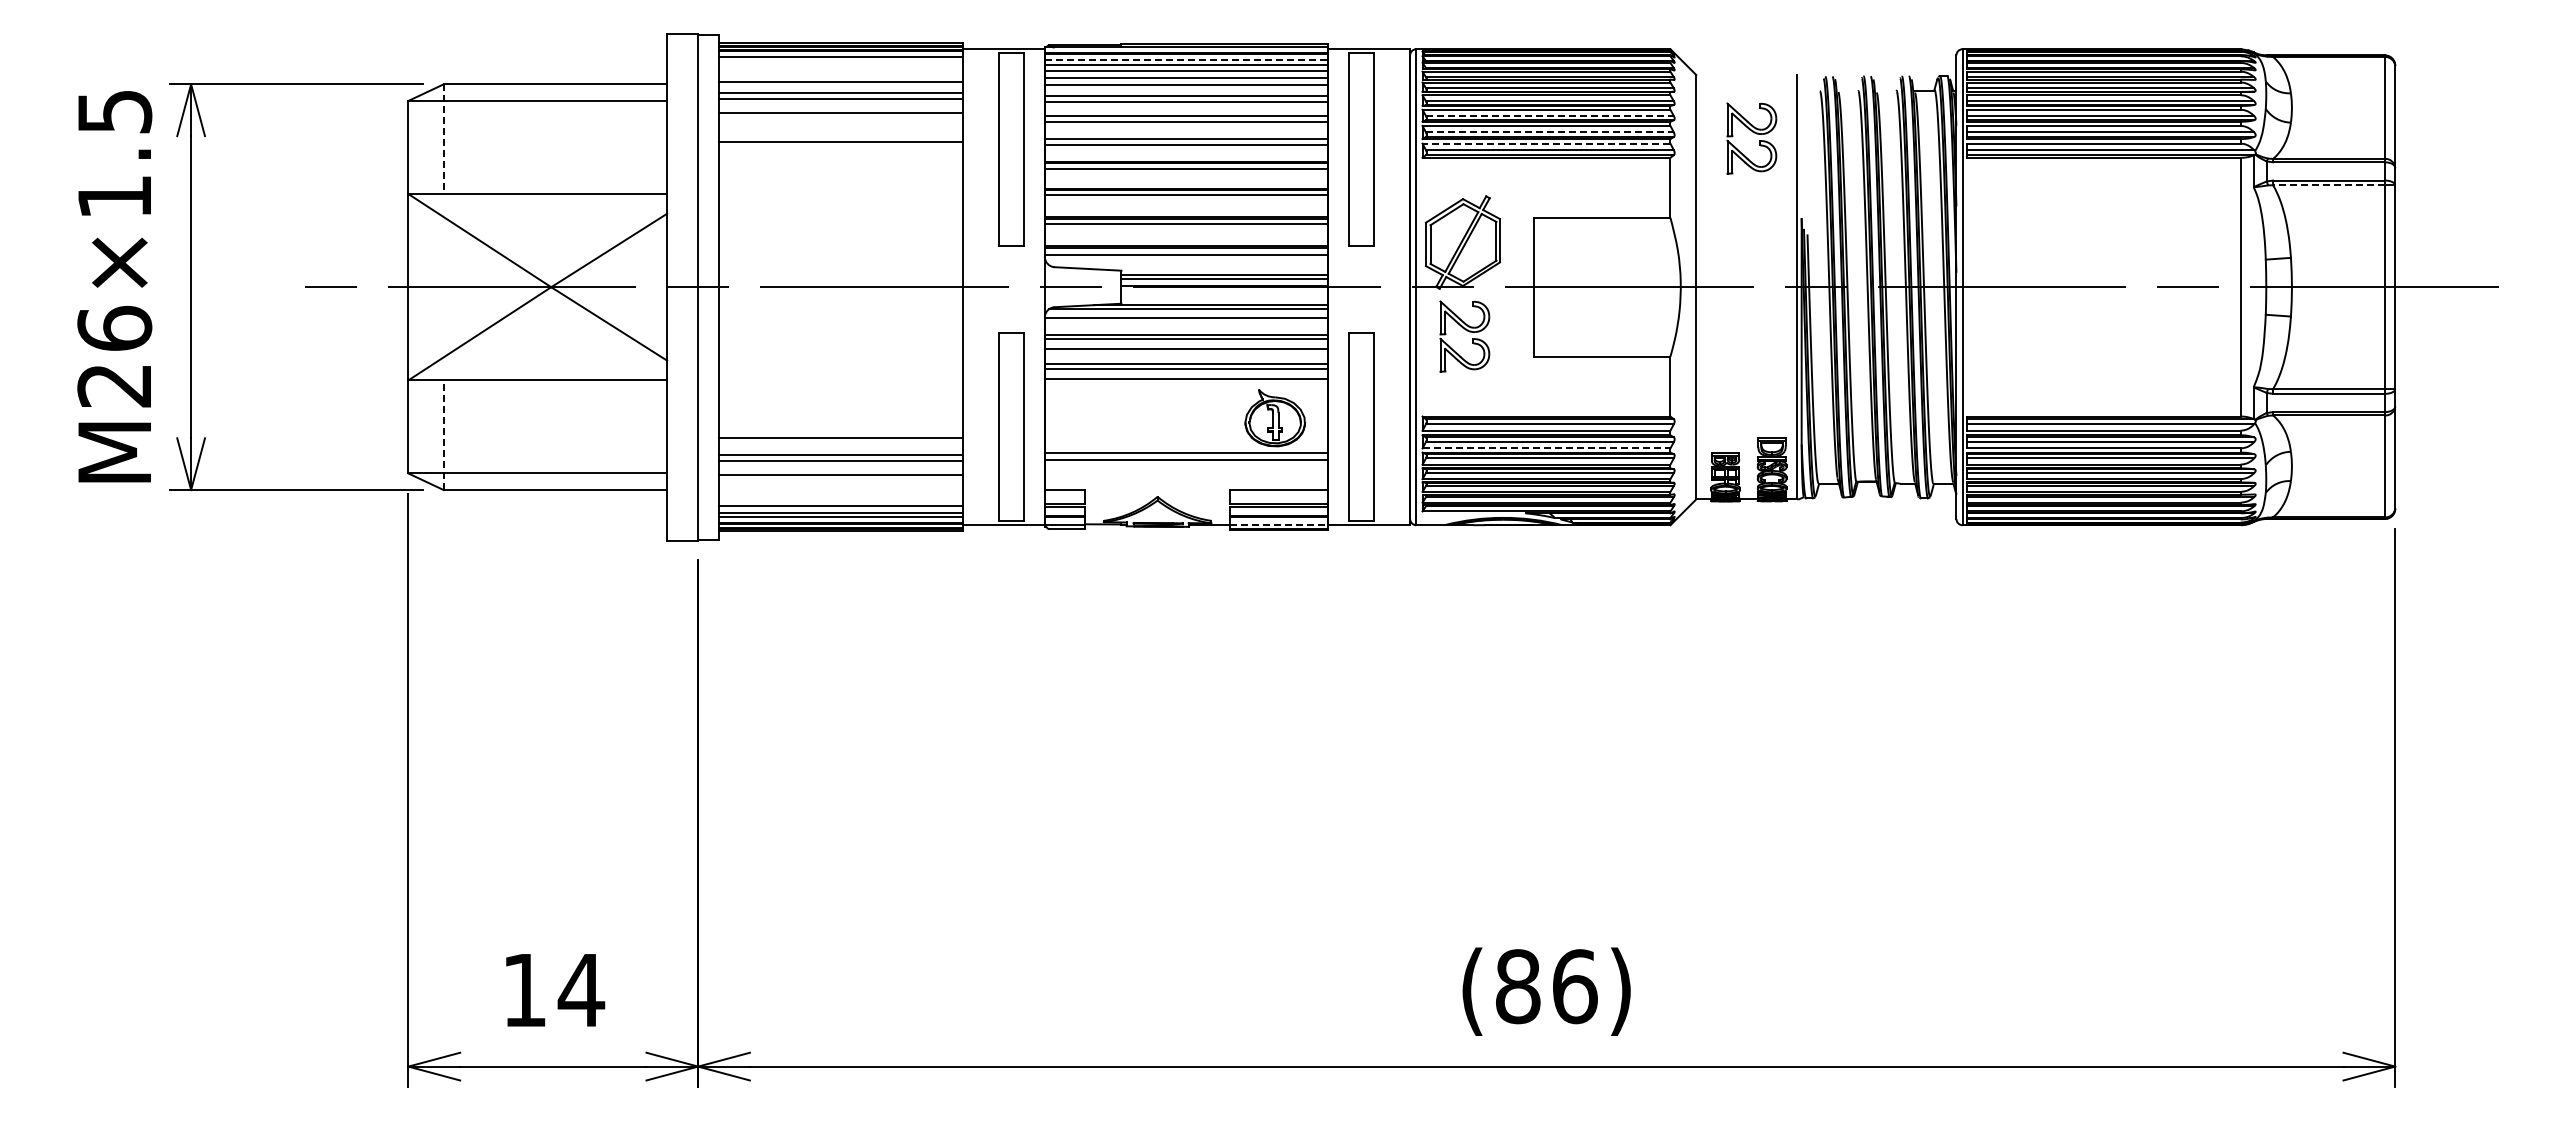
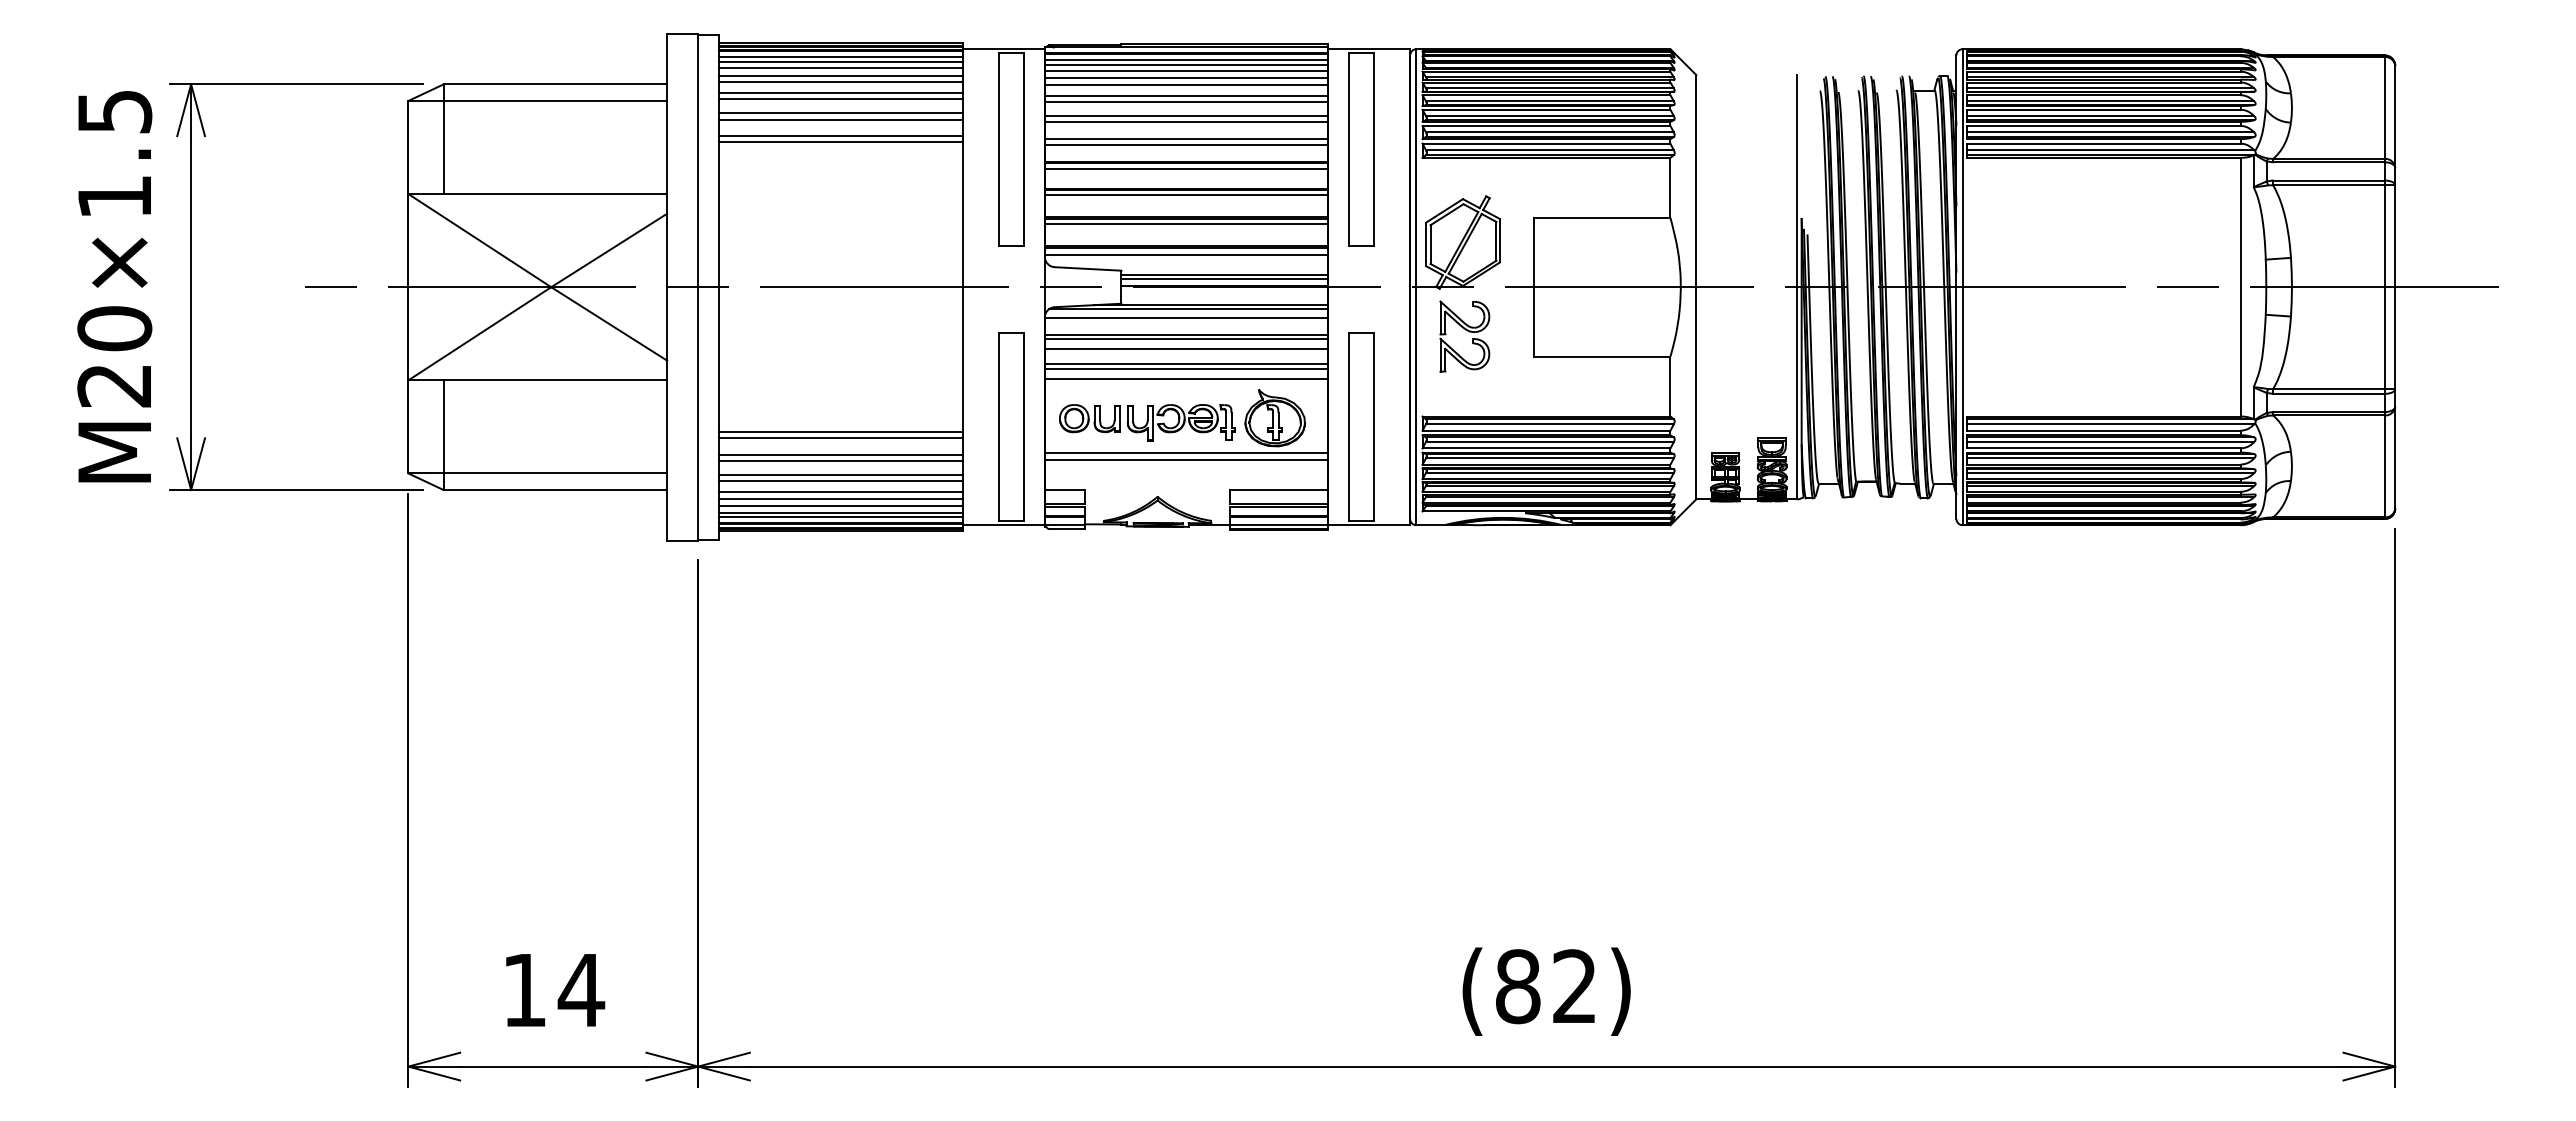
line at (1186, 60): dashed -> solid
line at (840, 61): none -> present
line at (840, 68): none -> present
line at (840, 75): none -> present
line at (1549, 115): dashed -> solid
line at (840, 119): none -> present
line at (1549, 132): dashed -> solid
line at (840, 136): none -> present
part at (1751, 138): present -> none
line at (443, 139): dashed -> solid
line at (1546, 143): dashed -> solid
line at (2329, 185): dashed -> solid
text at (114, 328): M26×1.5 -> M20×1.5
part at (1147, 422): none -> present
line at (840, 432): none -> present
line at (443, 435): dashed -> solid
line at (1546, 448): dashed -> solid
line at (840, 481): none -> present
line at (840, 492): none -> present
line at (840, 498): none -> present
line at (1279, 524): dashed -> solid
text at (1575, 986): (86) -> (82)
